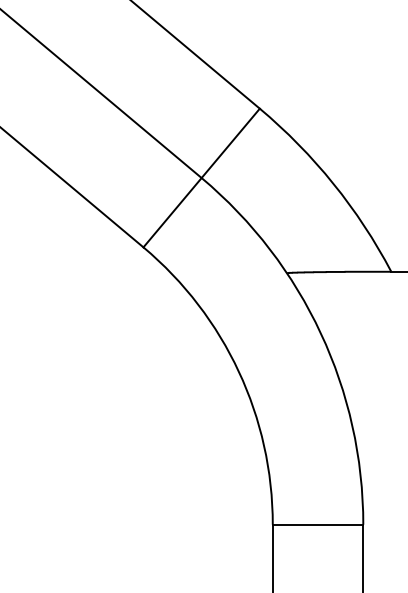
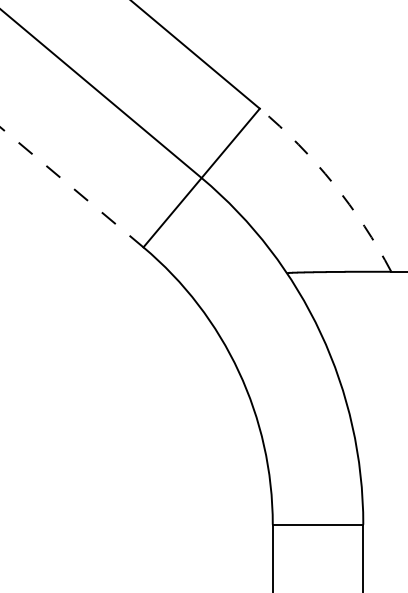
arc at (333, 183): solid -> dashed
line at (71, 186): solid -> dashed
